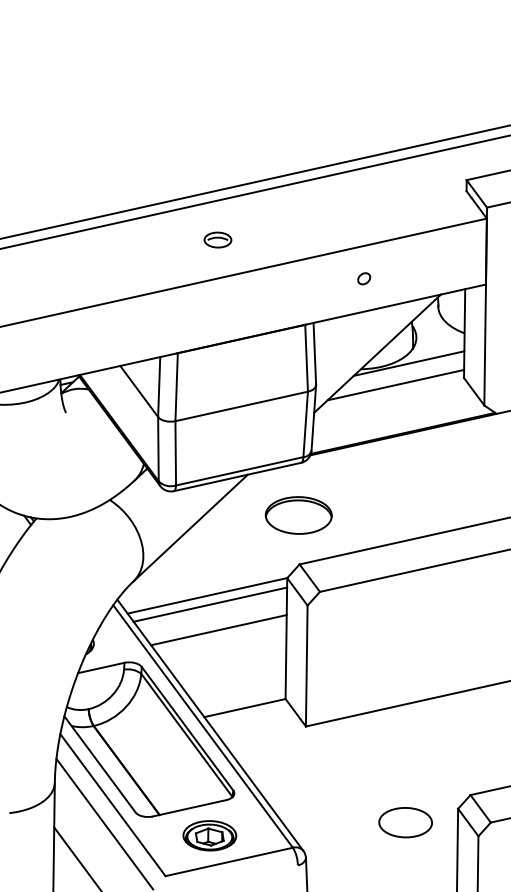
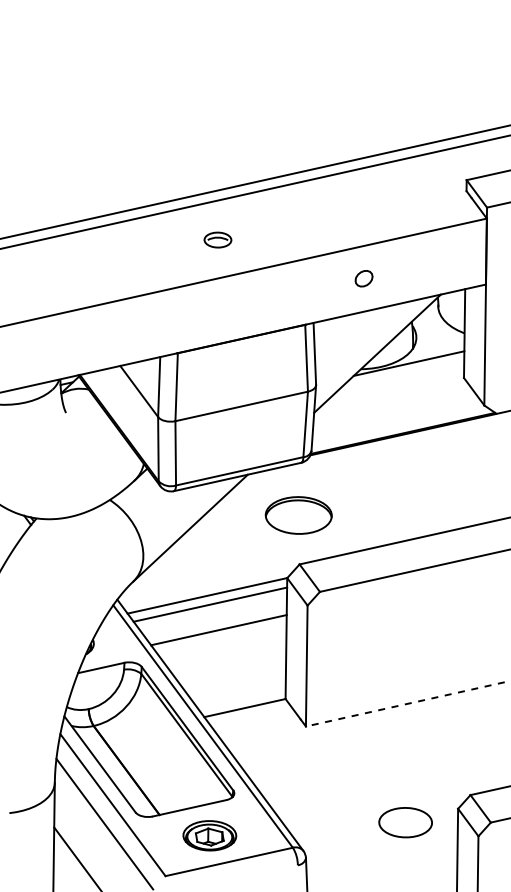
part at (364, 278) size: 15x14 px -> 20x18 px
line at (395, 384): present -> none
line at (408, 703): solid -> dashed
